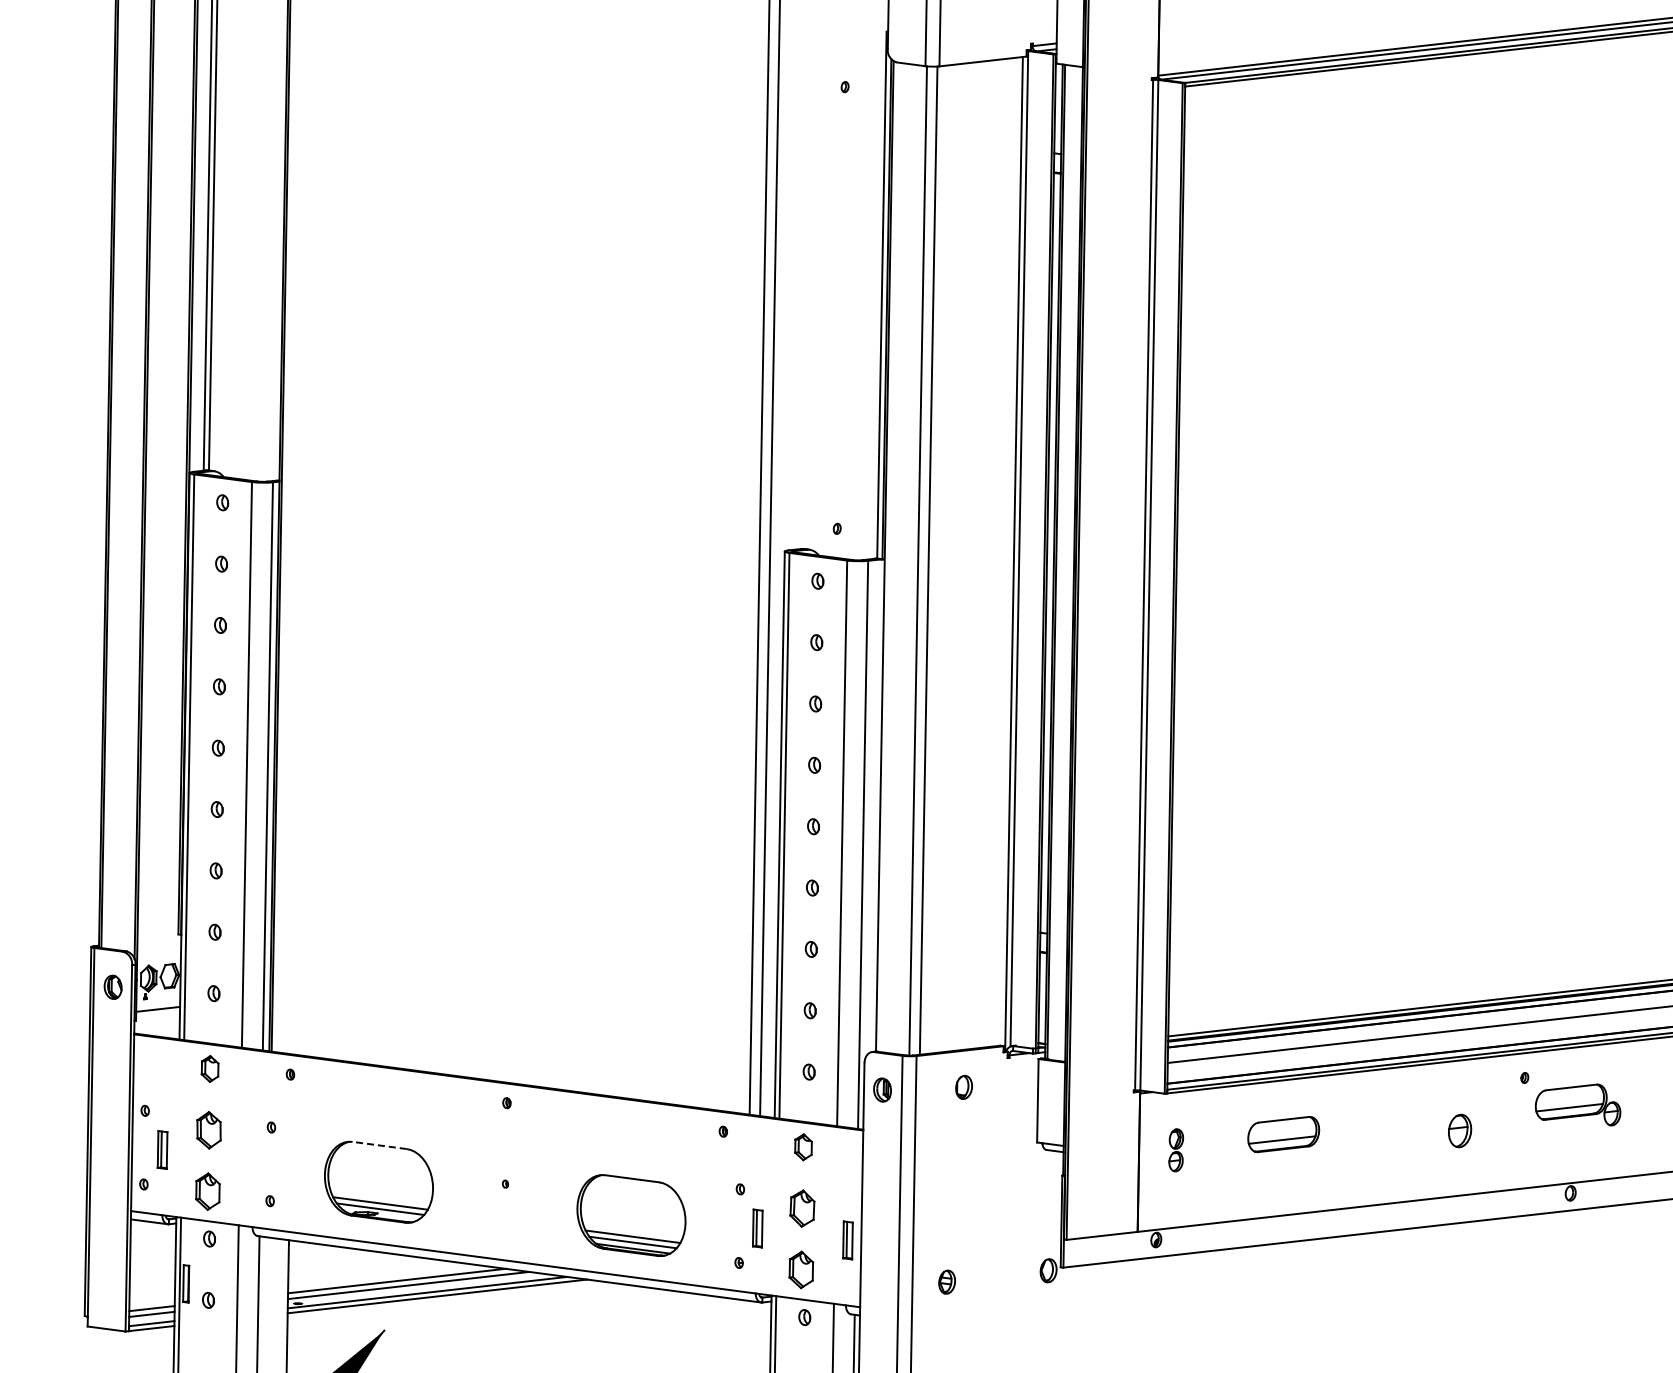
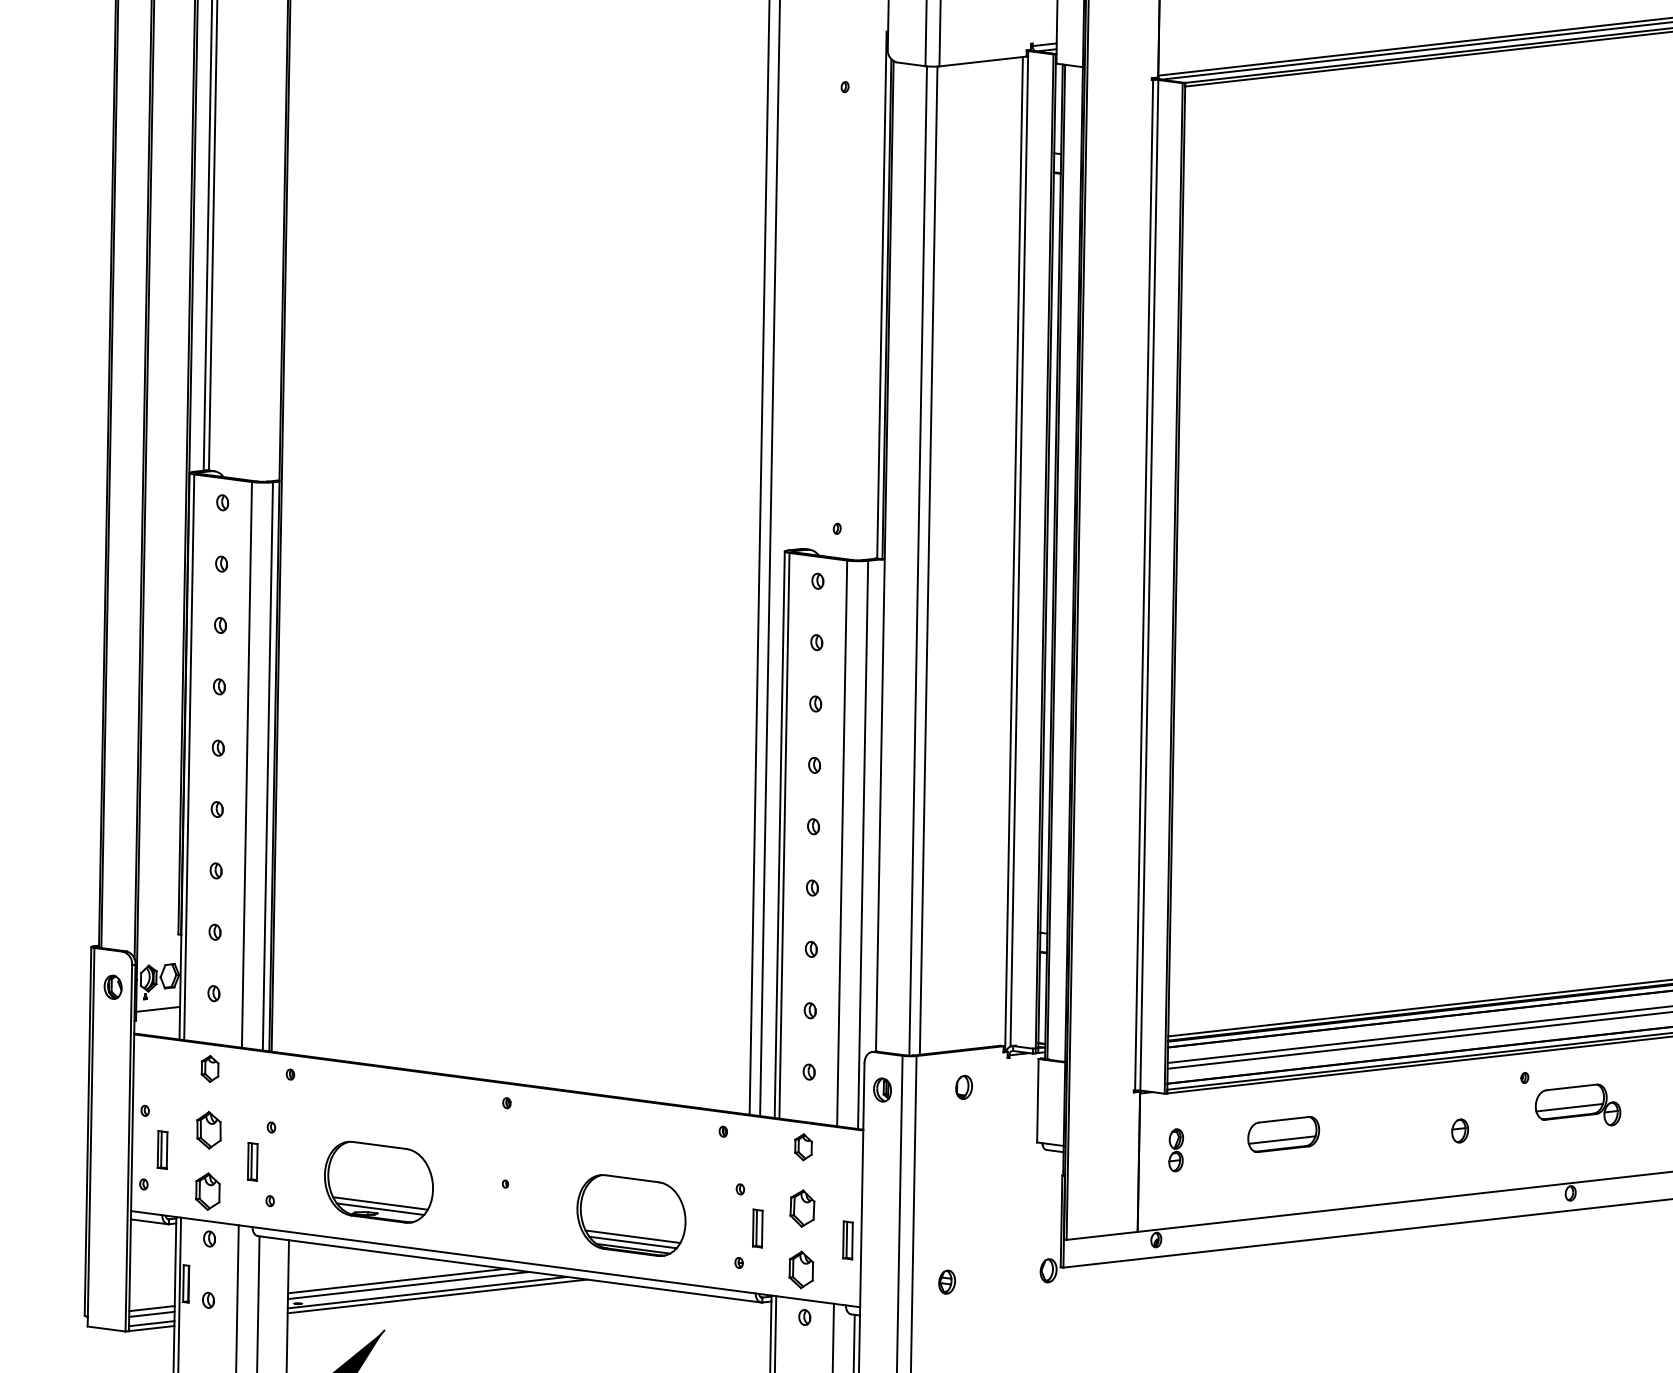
line at (1418, 1040): none -> present
part at (1460, 1130) size: 25x36 px -> 19x26 px
line at (379, 1145): dashed -> solid
part at (252, 1161): none -> present
